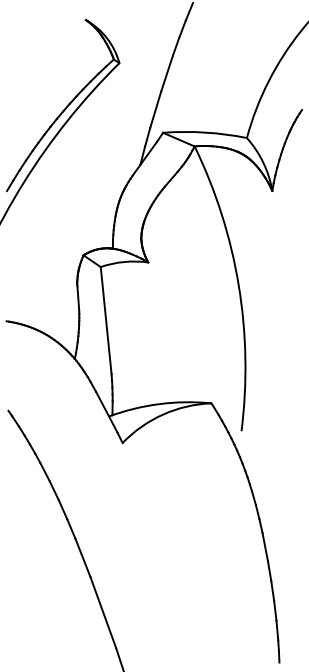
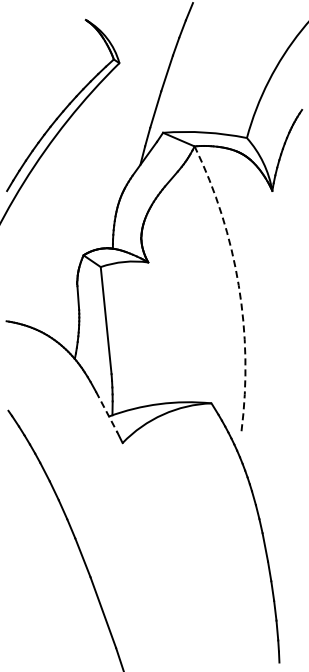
arc at (238, 285): solid -> dashed
line at (107, 412): solid -> dashed
